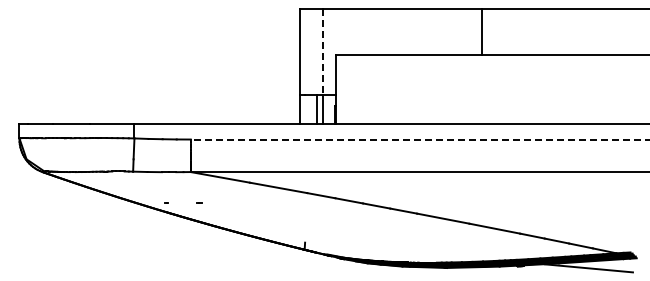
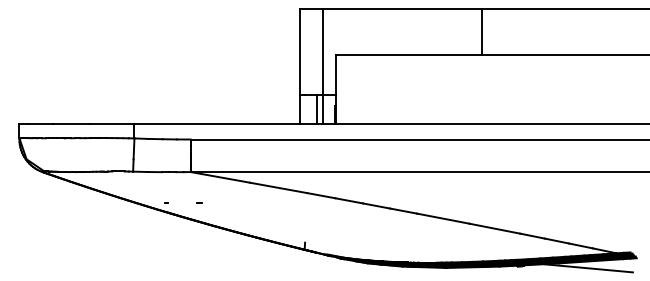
line at (323, 52): dashed -> solid
line at (419, 139): dashed -> solid
